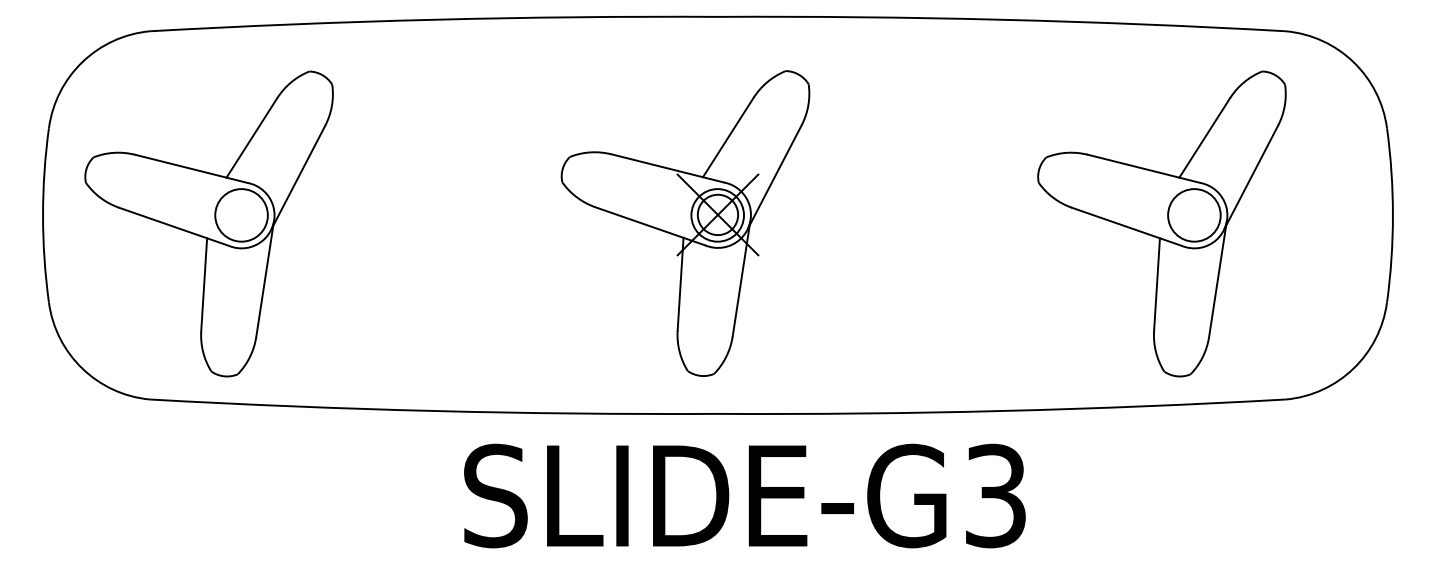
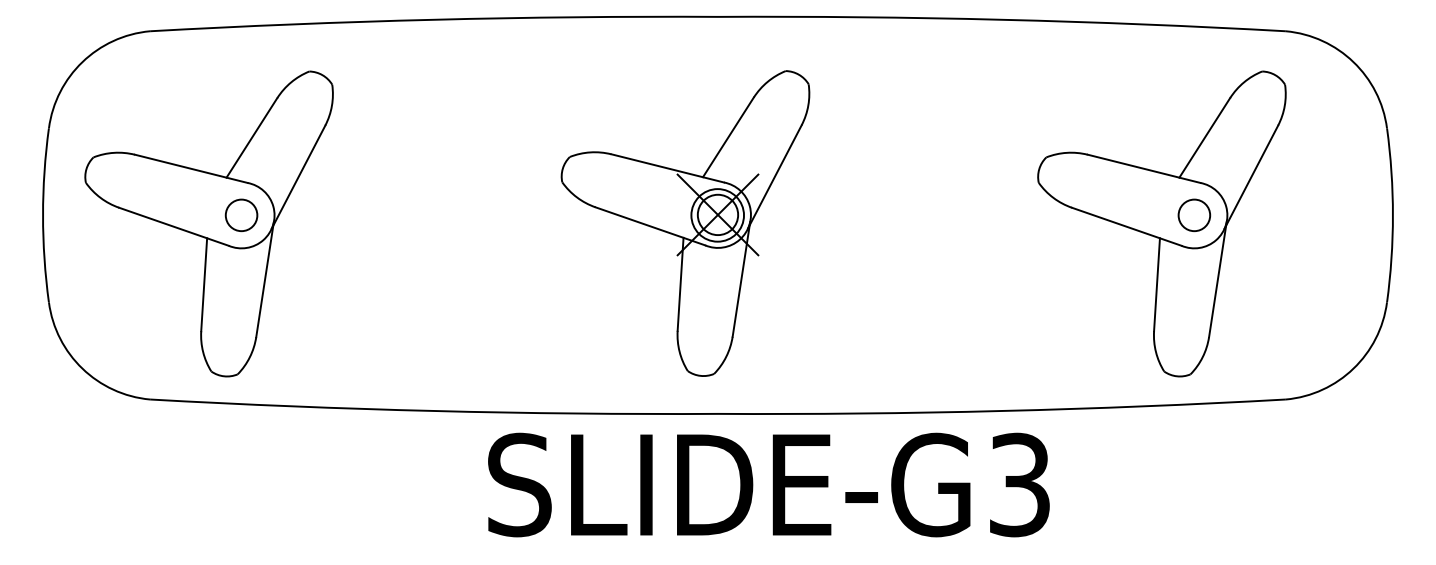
circle at (241, 215) diameter: 53 px -> 32 px
circle at (1194, 215) diameter: 53 px -> 32 px
text at (744, 495) position: (744, 495) -> (768, 484)
